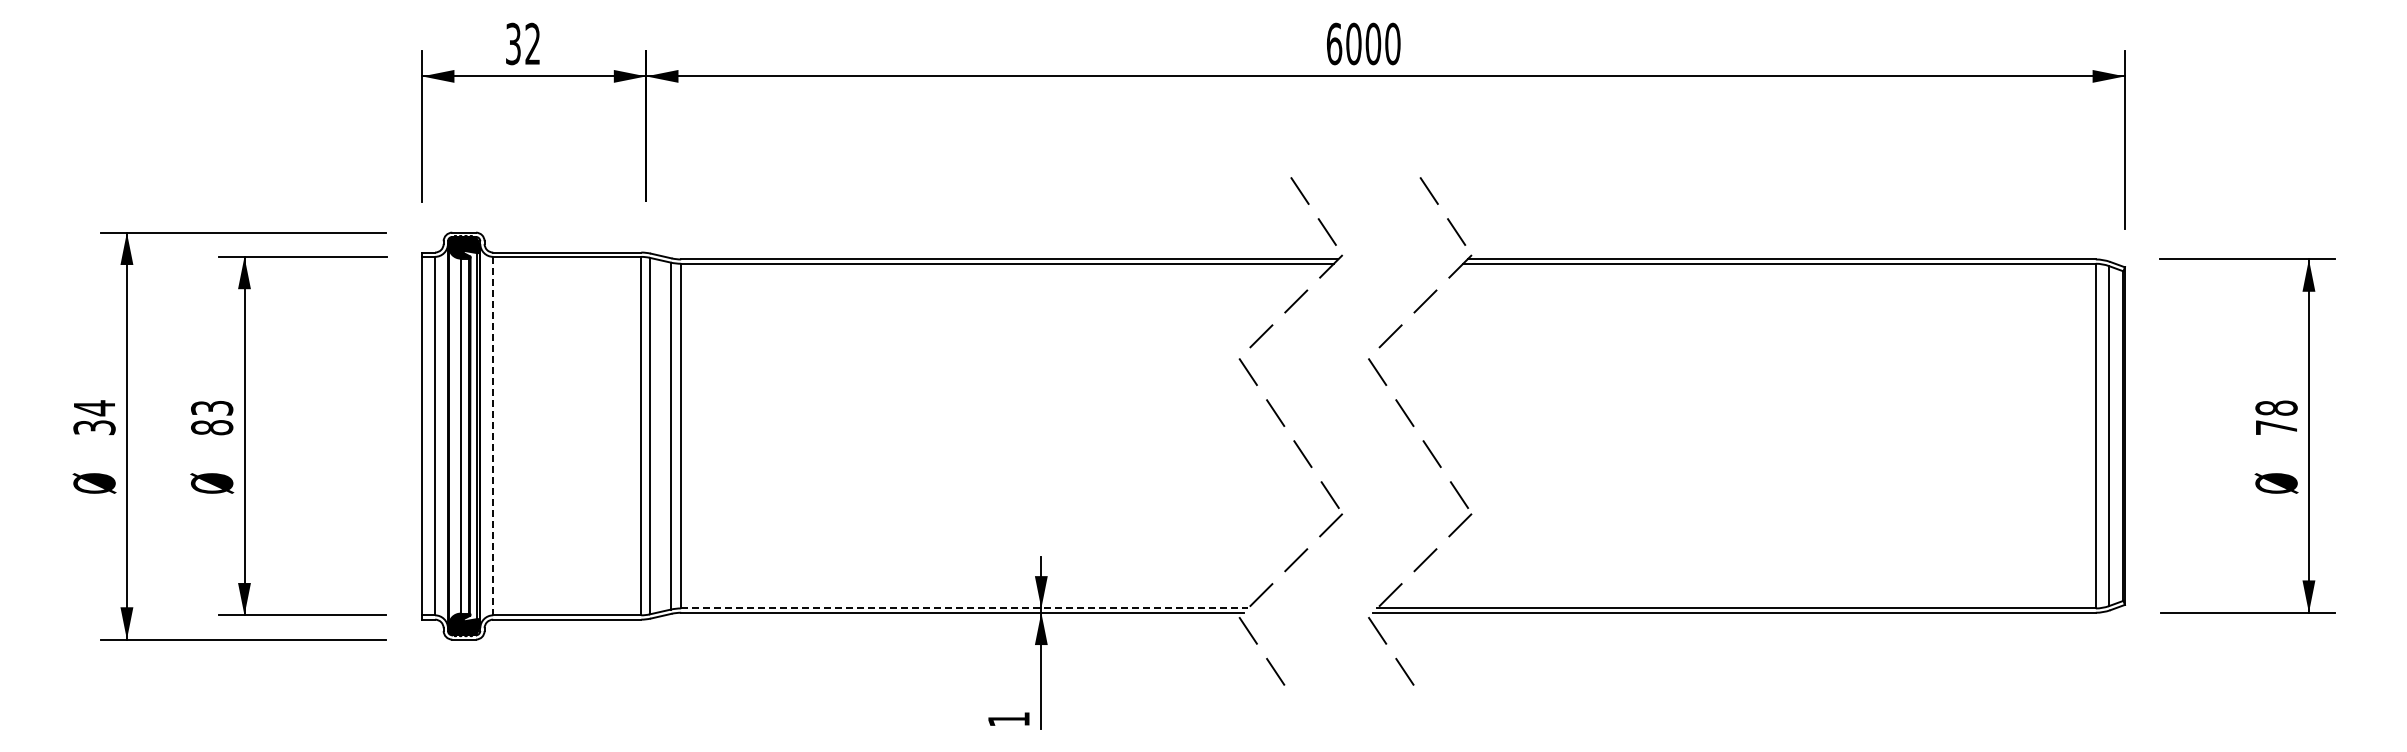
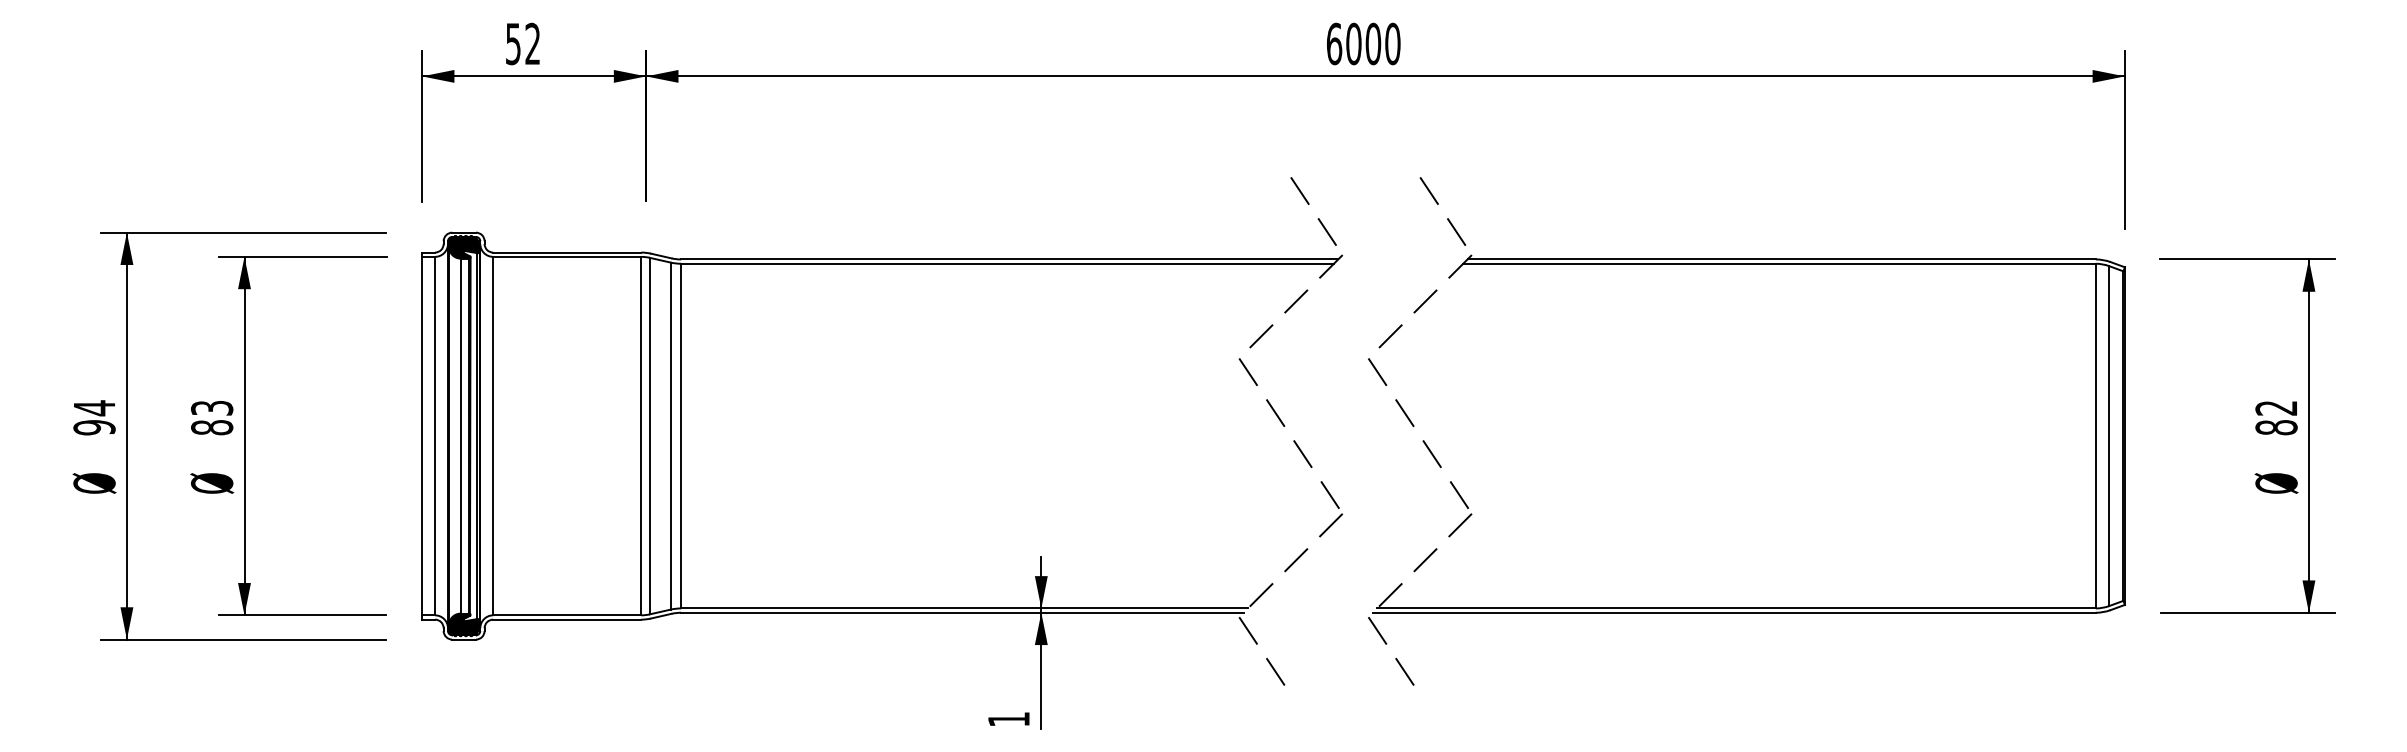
text at (513, 43): 32 -> 52
text at (2276, 417): 78 -> 82
text at (94, 427): 34 -> 94
line at (493, 436): dashed -> solid
line at (965, 608): dashed -> solid
